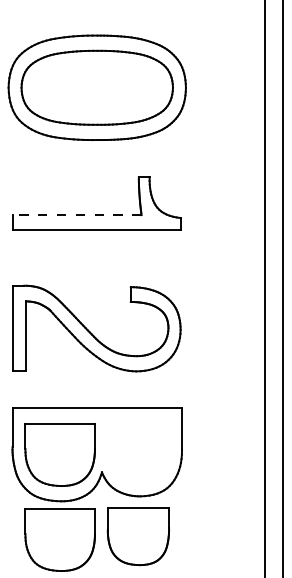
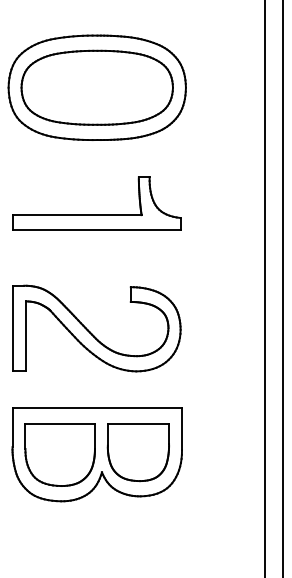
line at (77, 215): dashed -> solid
part at (137, 536) position: (137, 536) -> (137, 452)
part at (59, 539): present -> none
